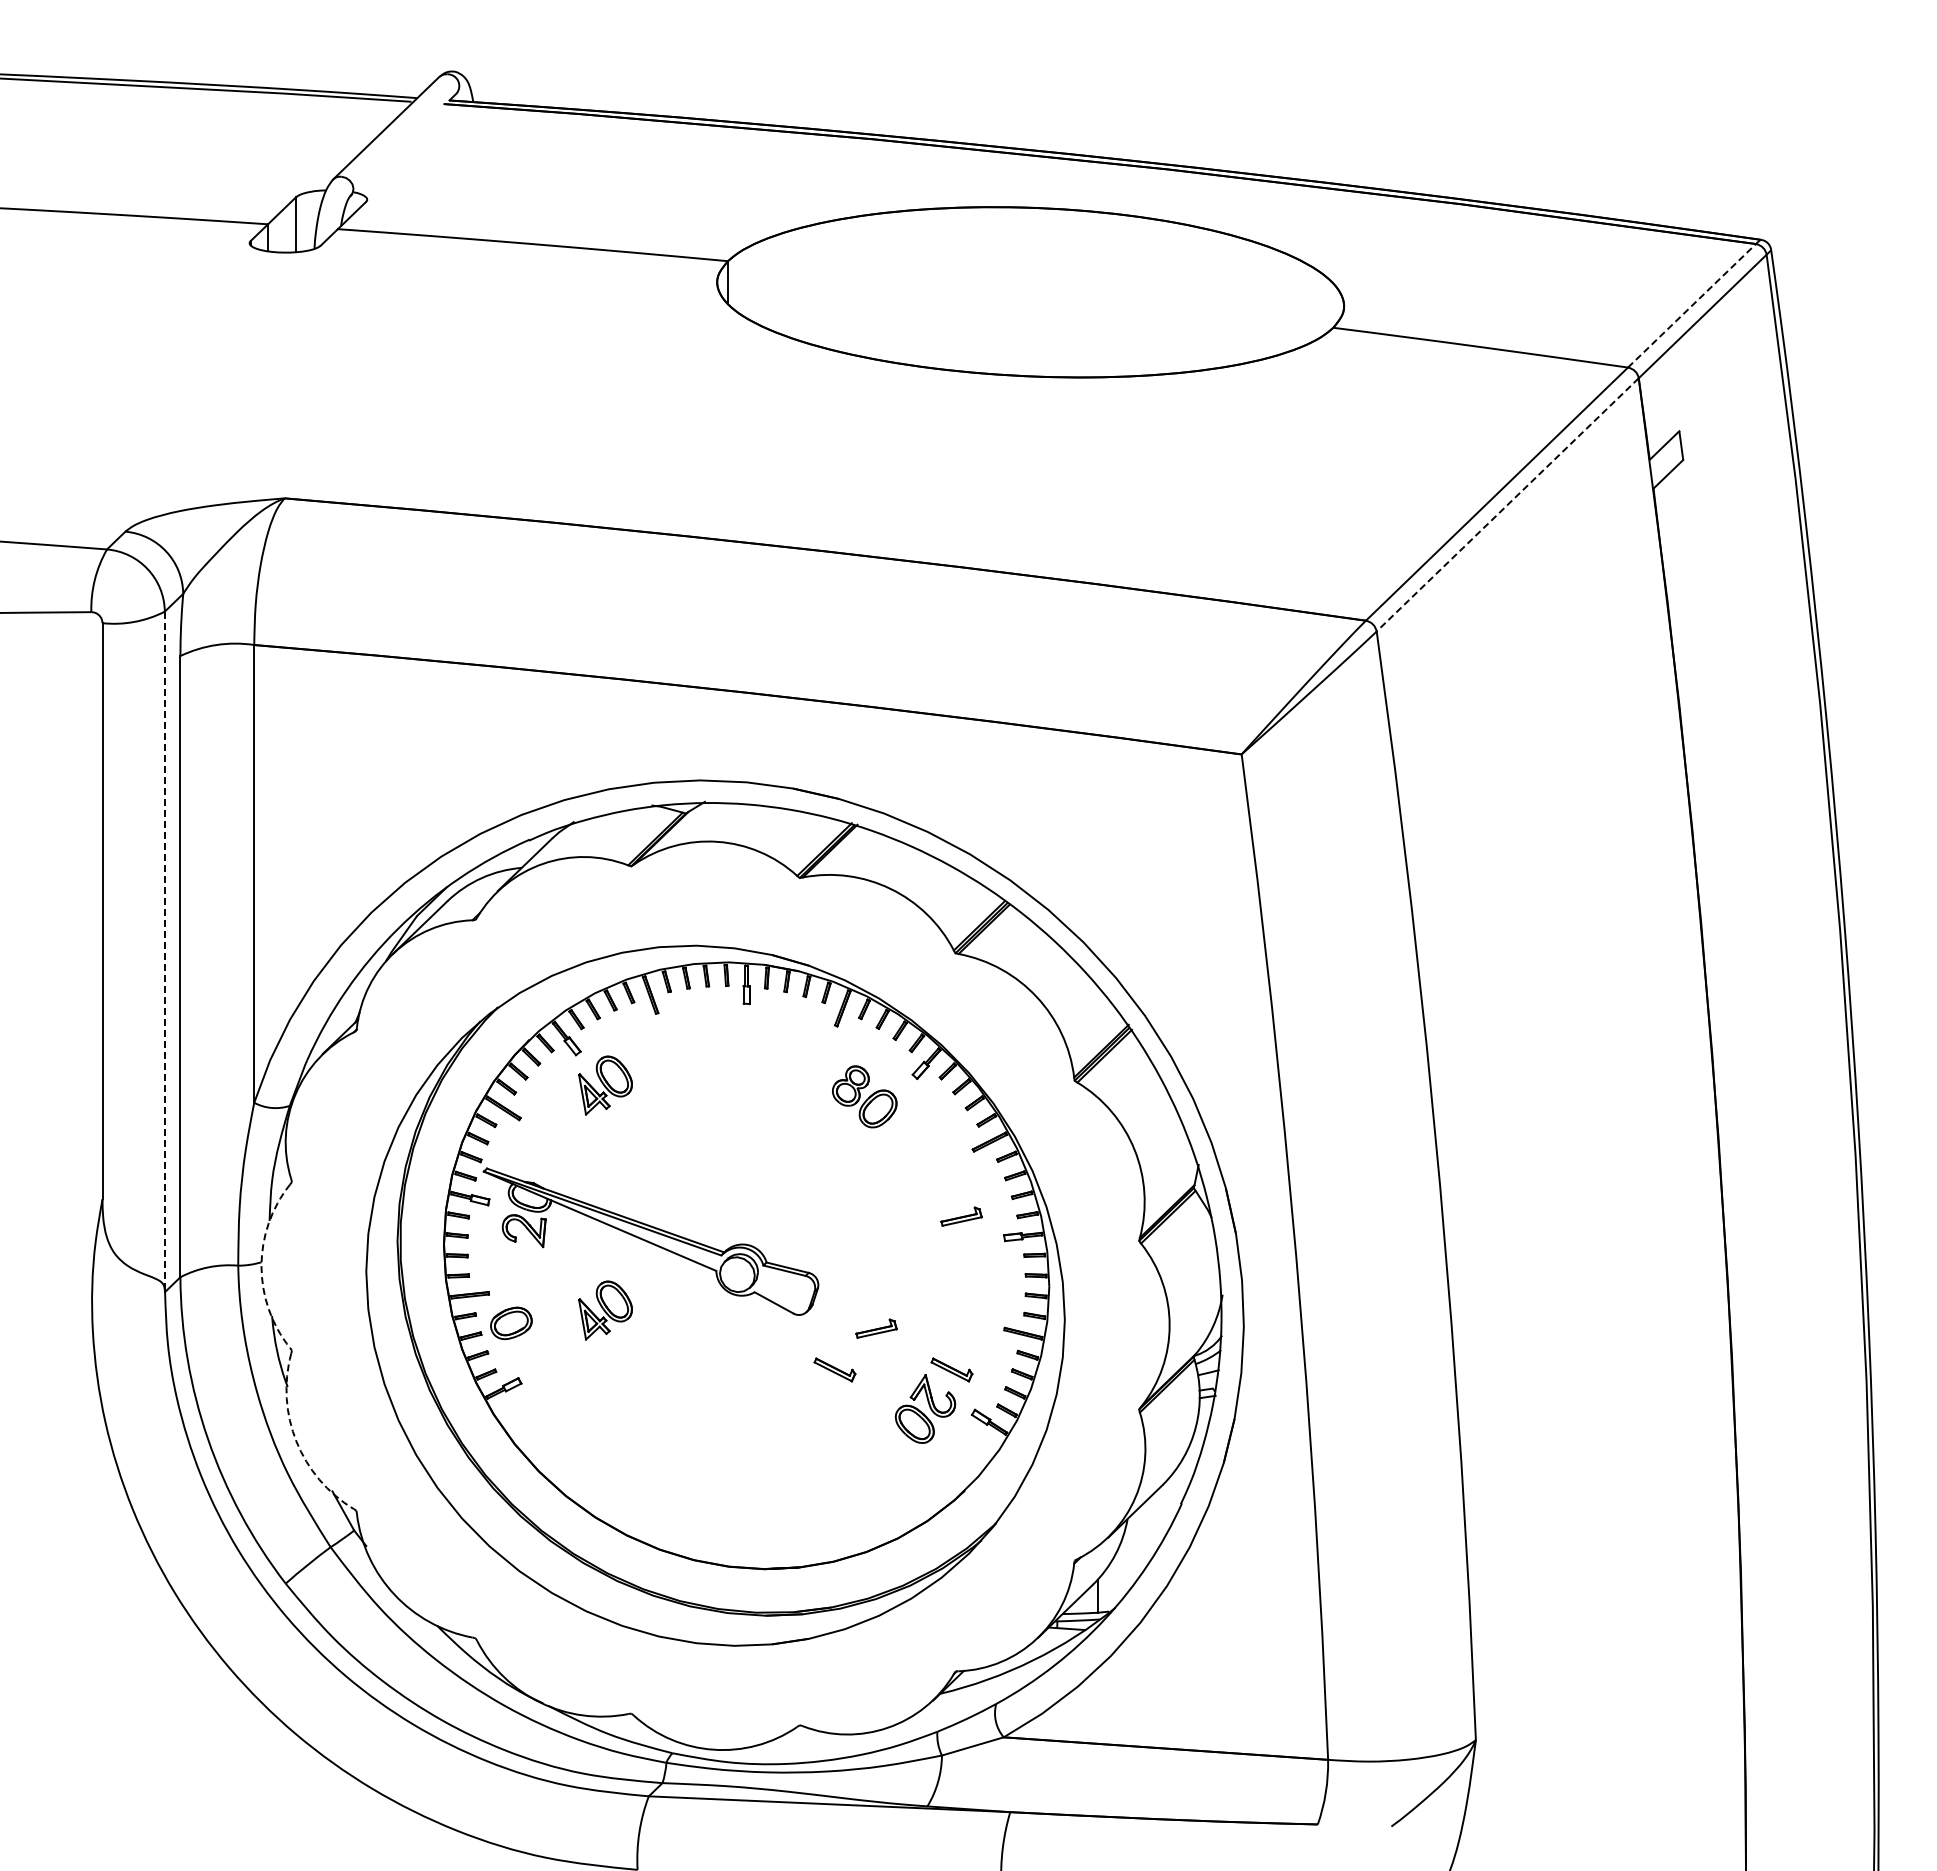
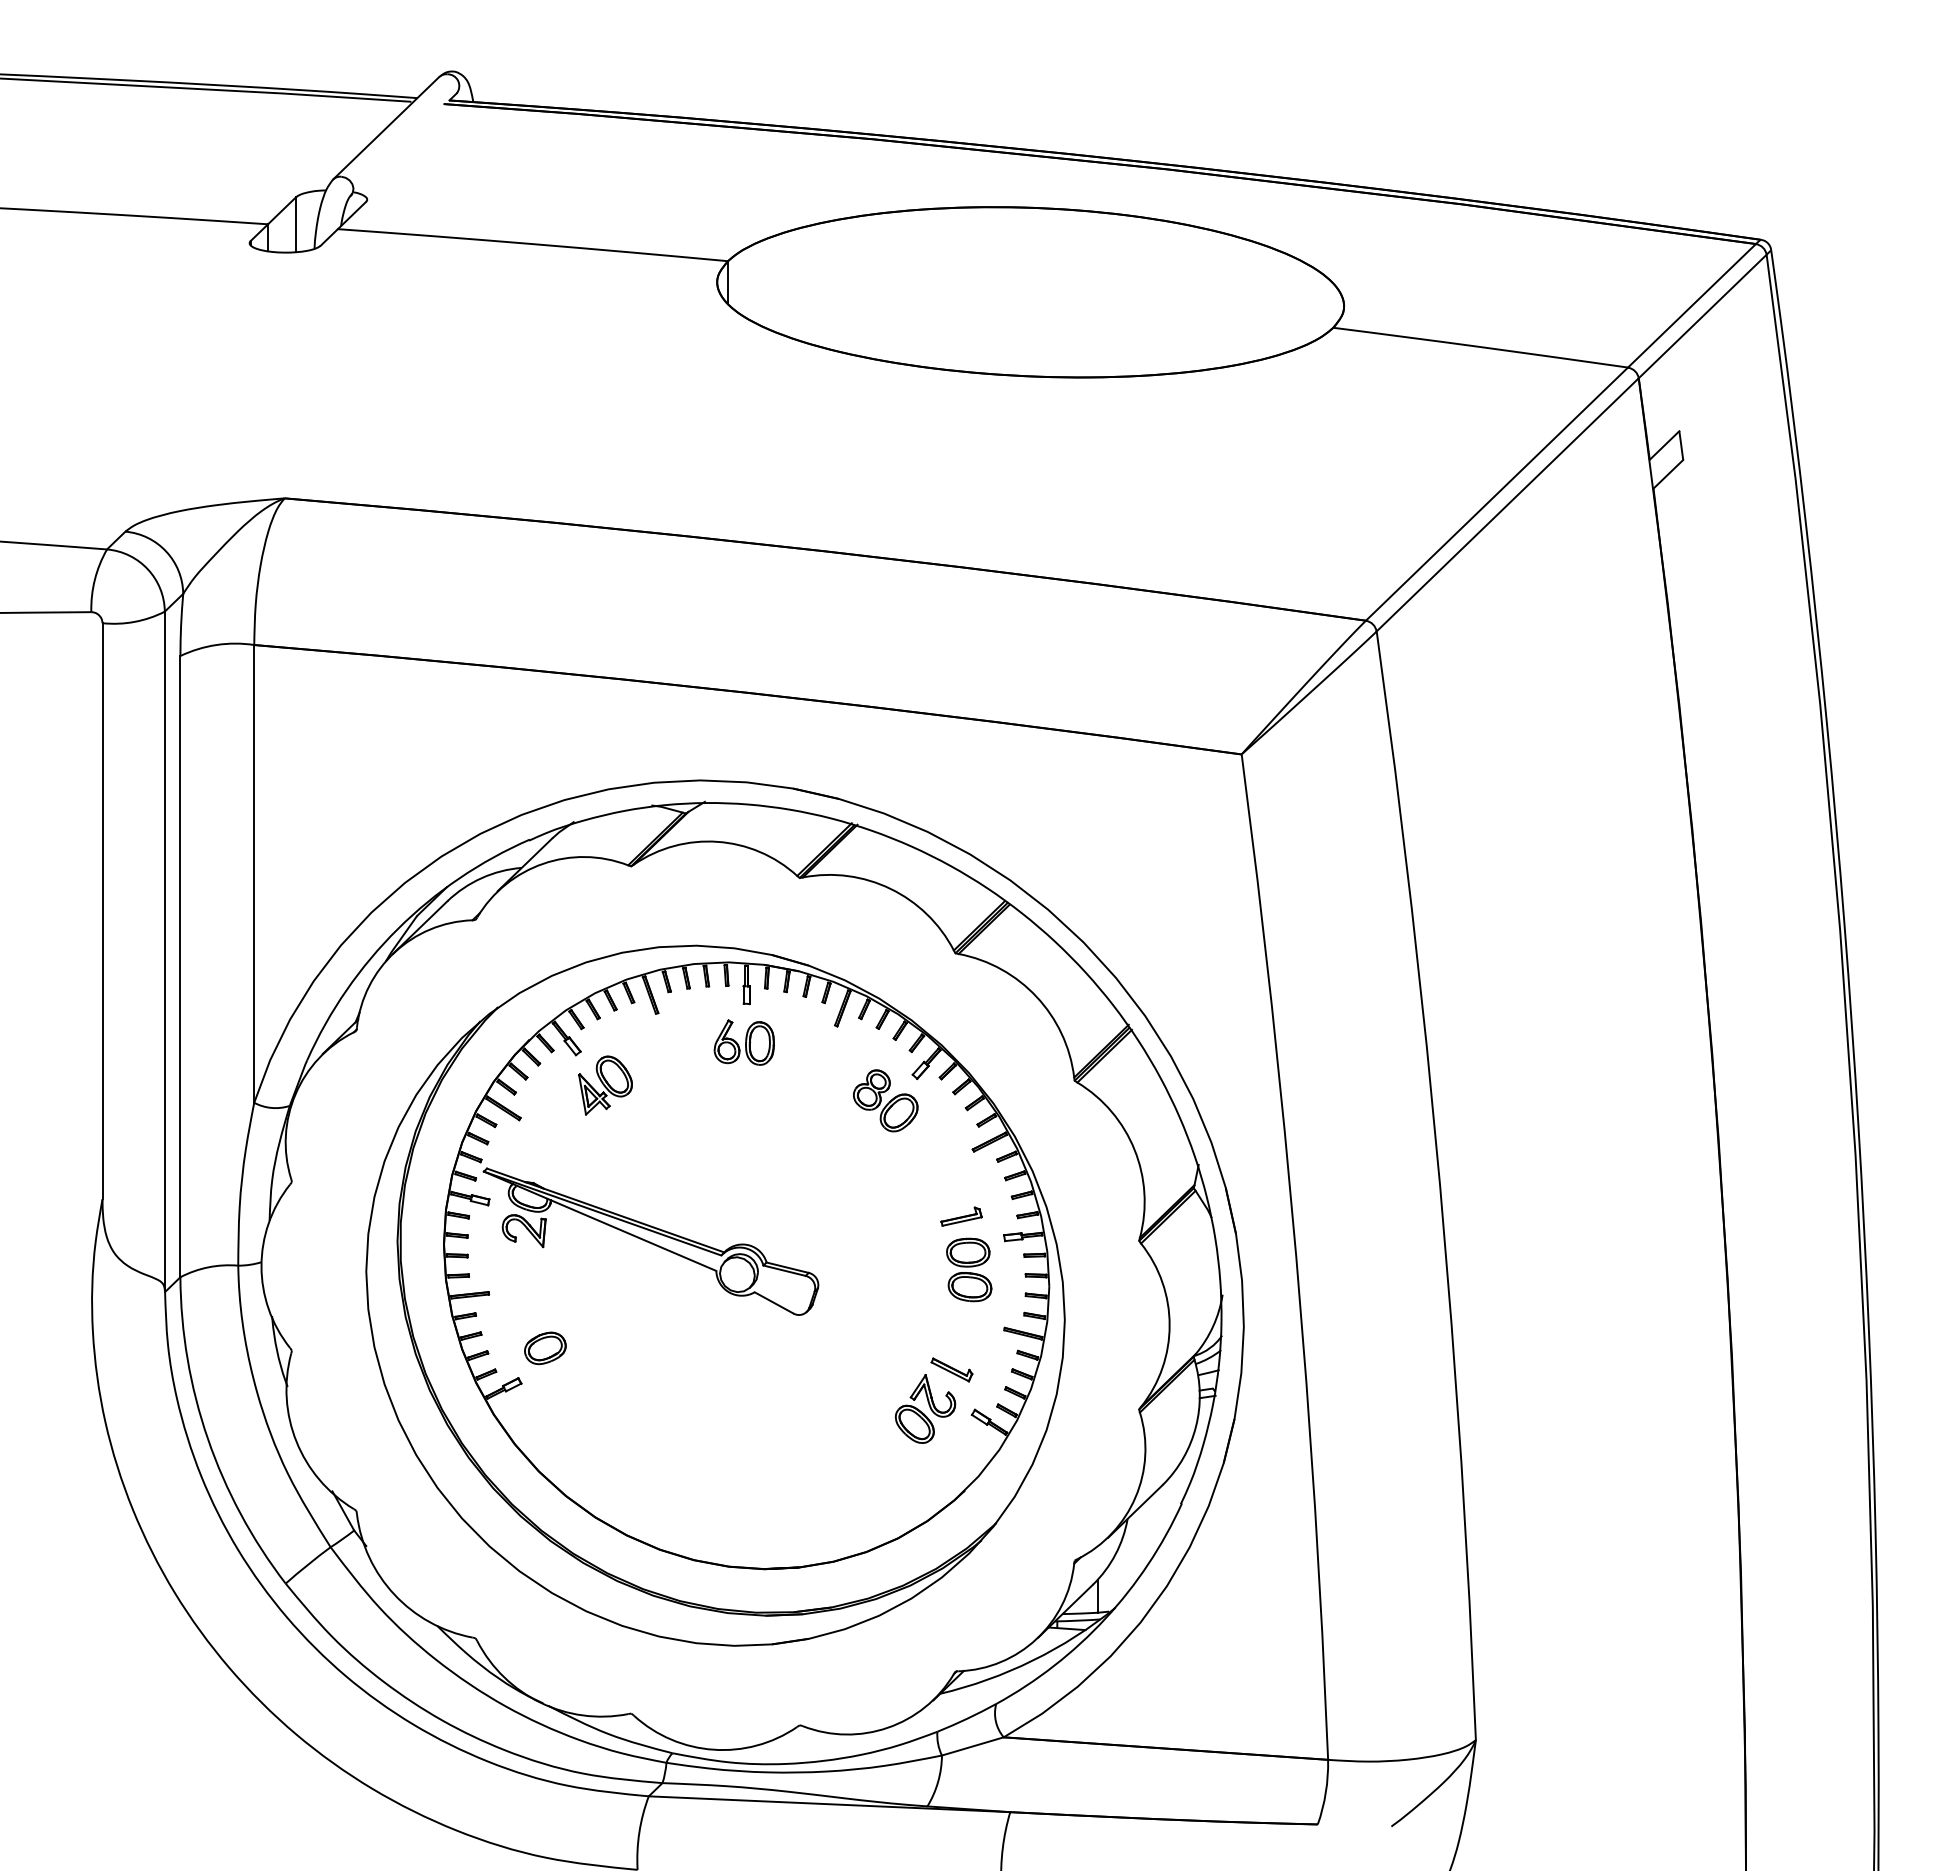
line at (1692, 305): dashed -> solid
line at (1507, 505): dashed -> solid
line at (164, 950): dashed -> solid
part at (743, 1042): none -> present
part at (864, 1096) position: (864, 1096) -> (885, 1100)
arc at (261, 1266): dashed -> solid
part at (969, 1269): none -> present
part at (605, 1310): present -> none
part at (511, 1323) position: (511, 1323) -> (545, 1348)
part at (876, 1328): present -> none
part at (834, 1369): present -> none
arc at (296, 1441): dashed -> solid
